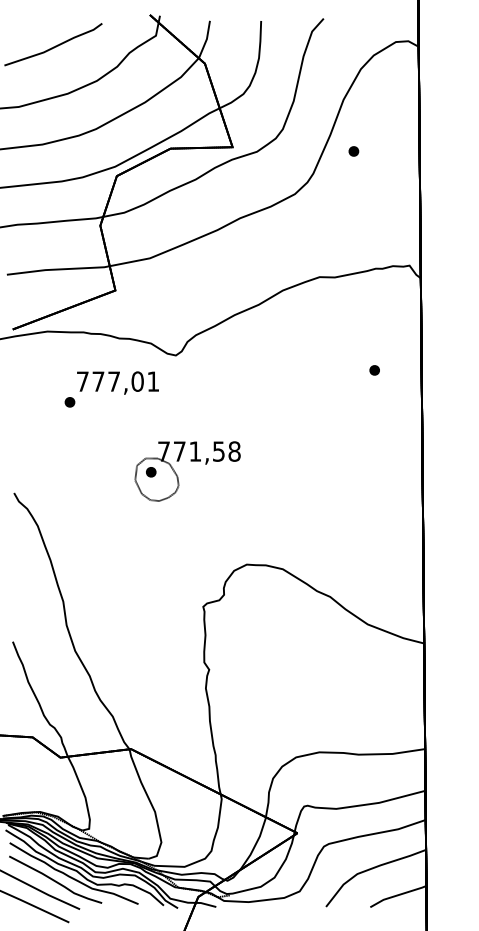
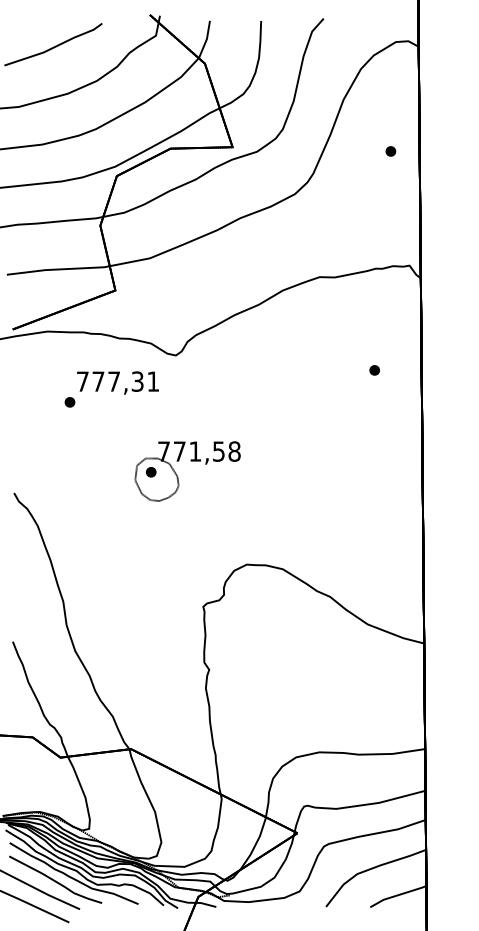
part at (353, 151) position: (353, 151) -> (390, 151)
text at (137, 381): 777,01 -> 777,31
